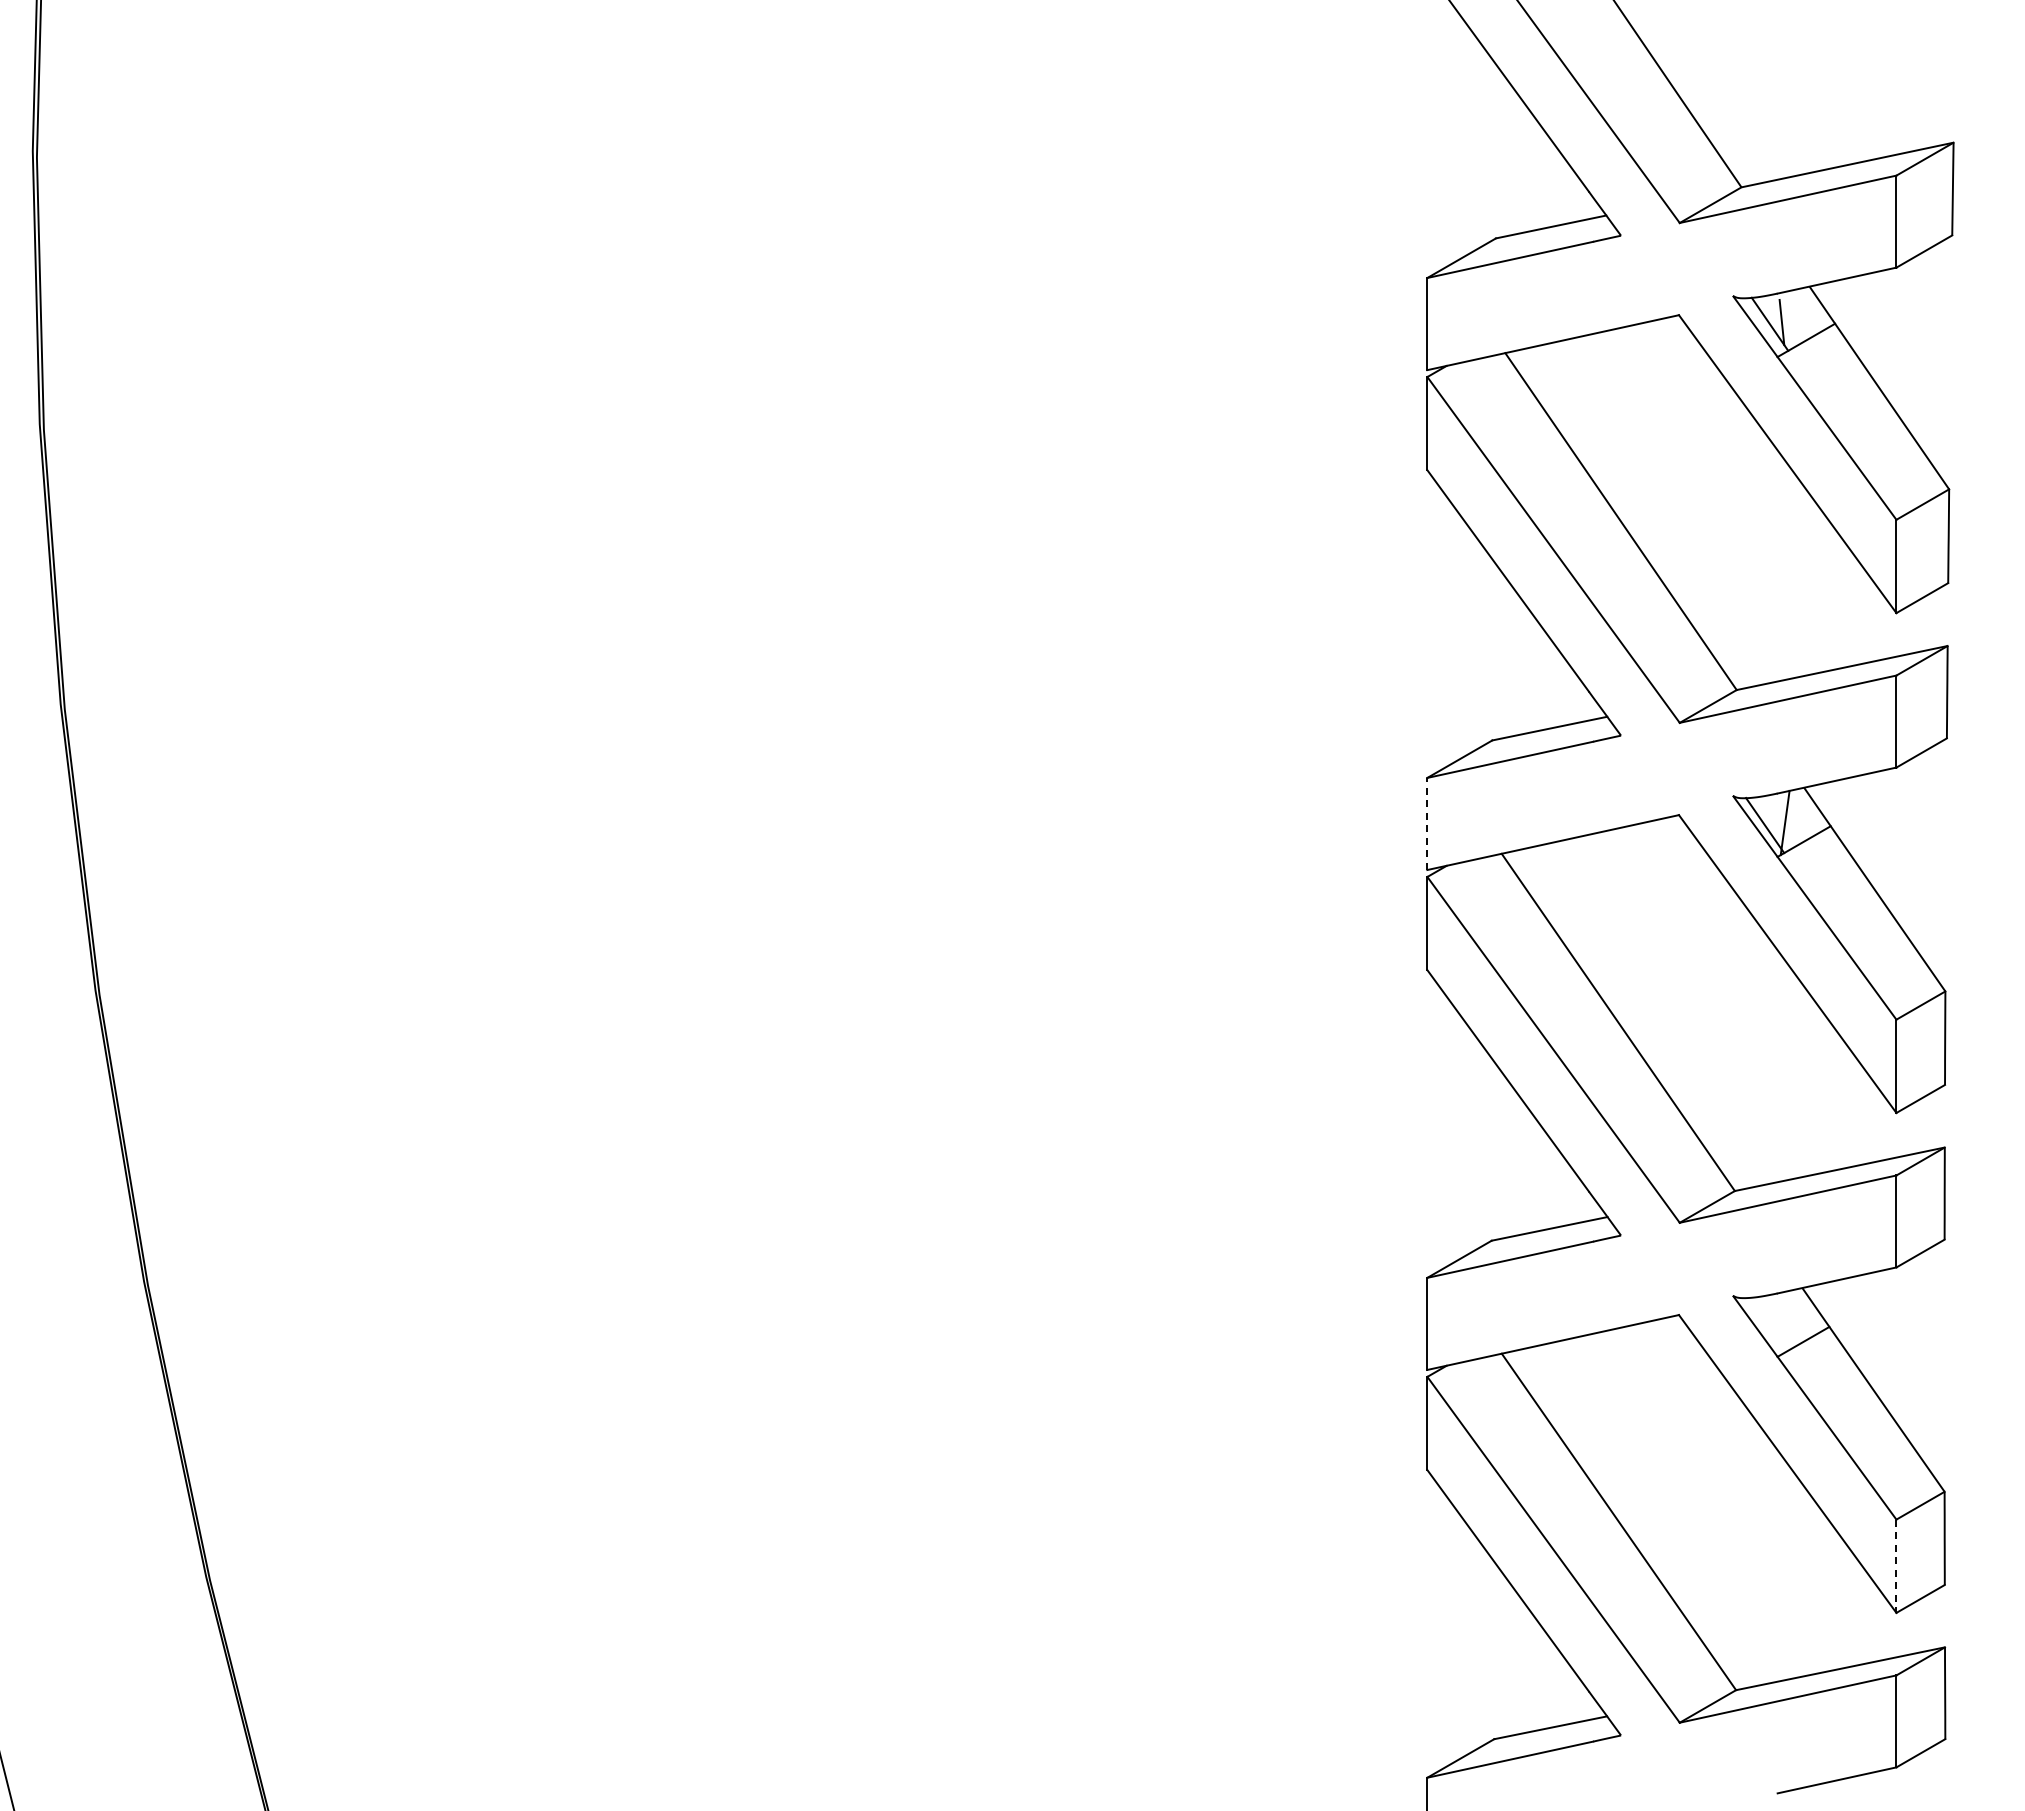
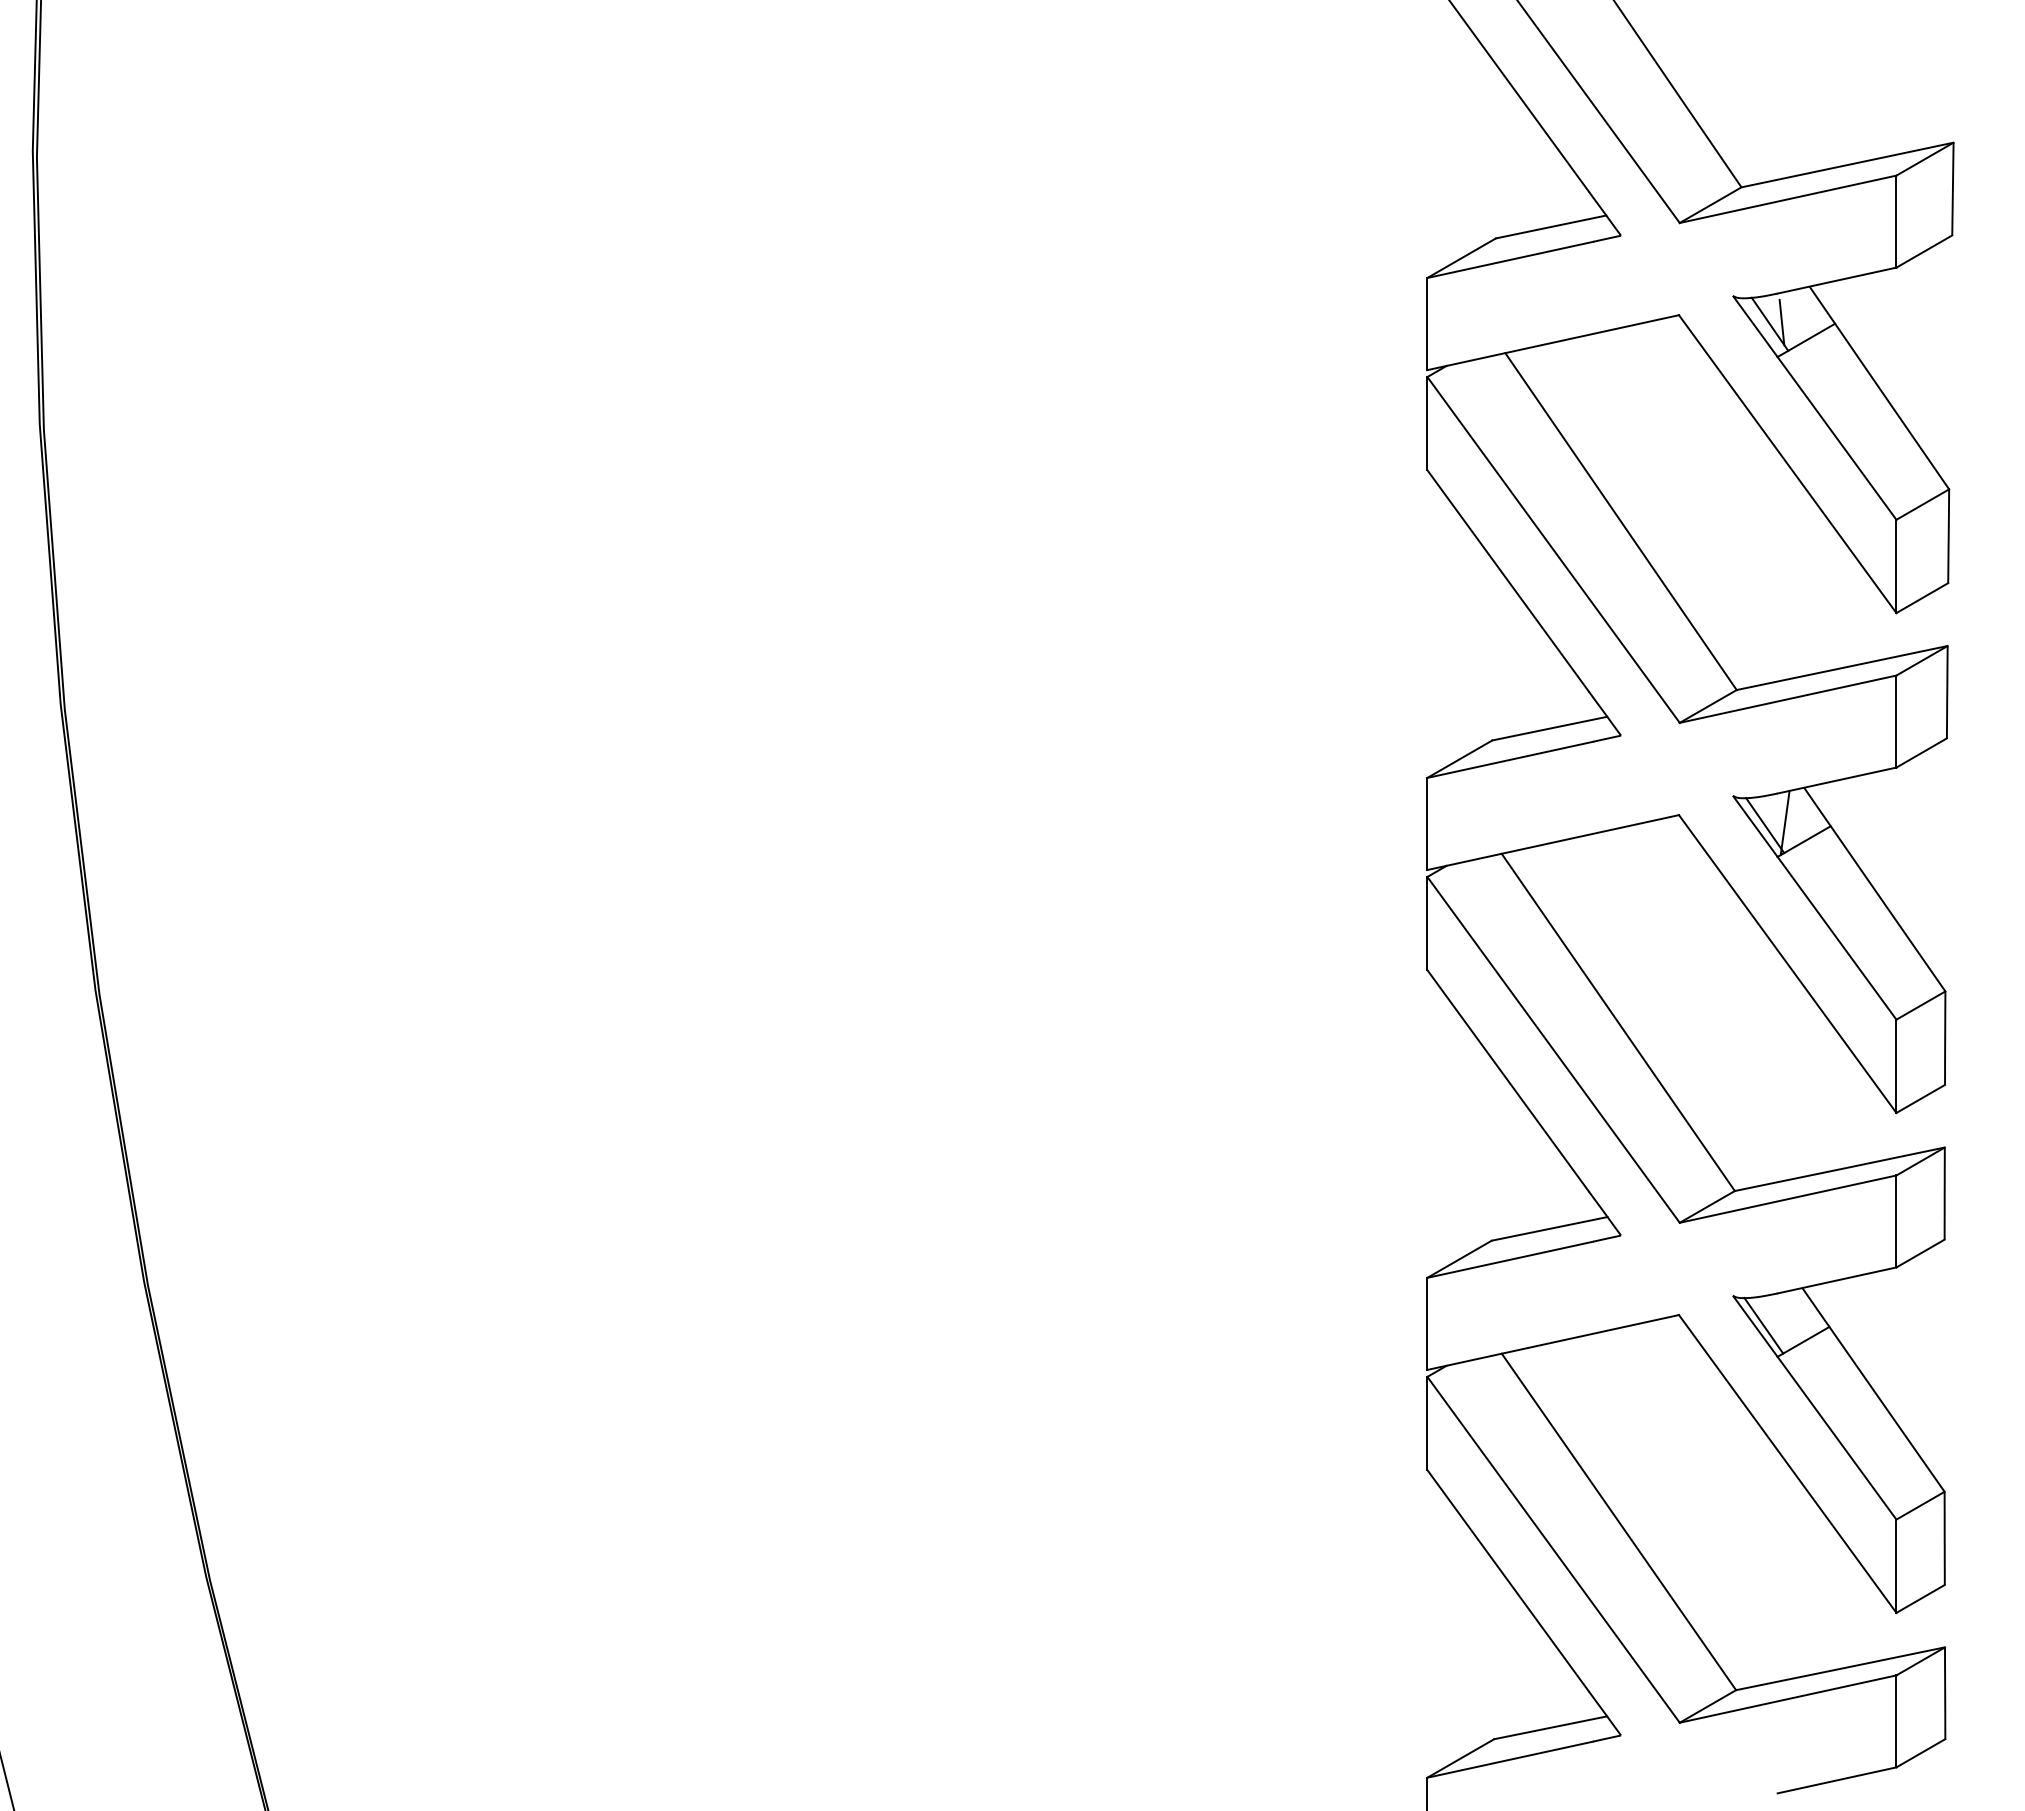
line at (1427, 823): dashed -> solid
line at (1763, 1325): none -> present
line at (1896, 1566): dashed -> solid
